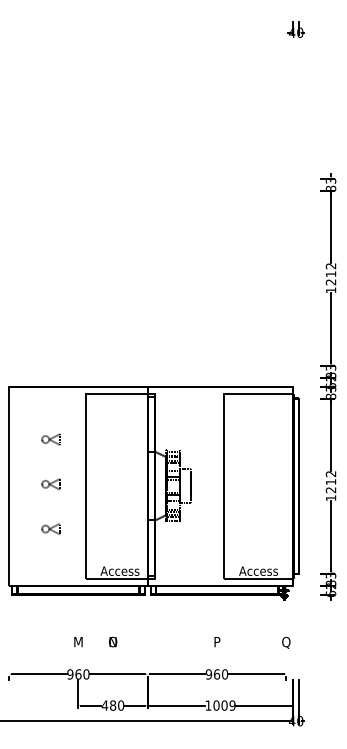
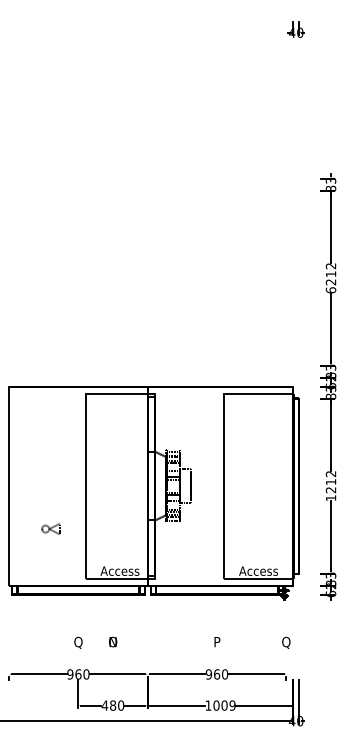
text at (330, 290): 1212 -> 6212
part at (50, 439): present -> none
part at (50, 484): present -> none
text at (78, 642): M -> Q
